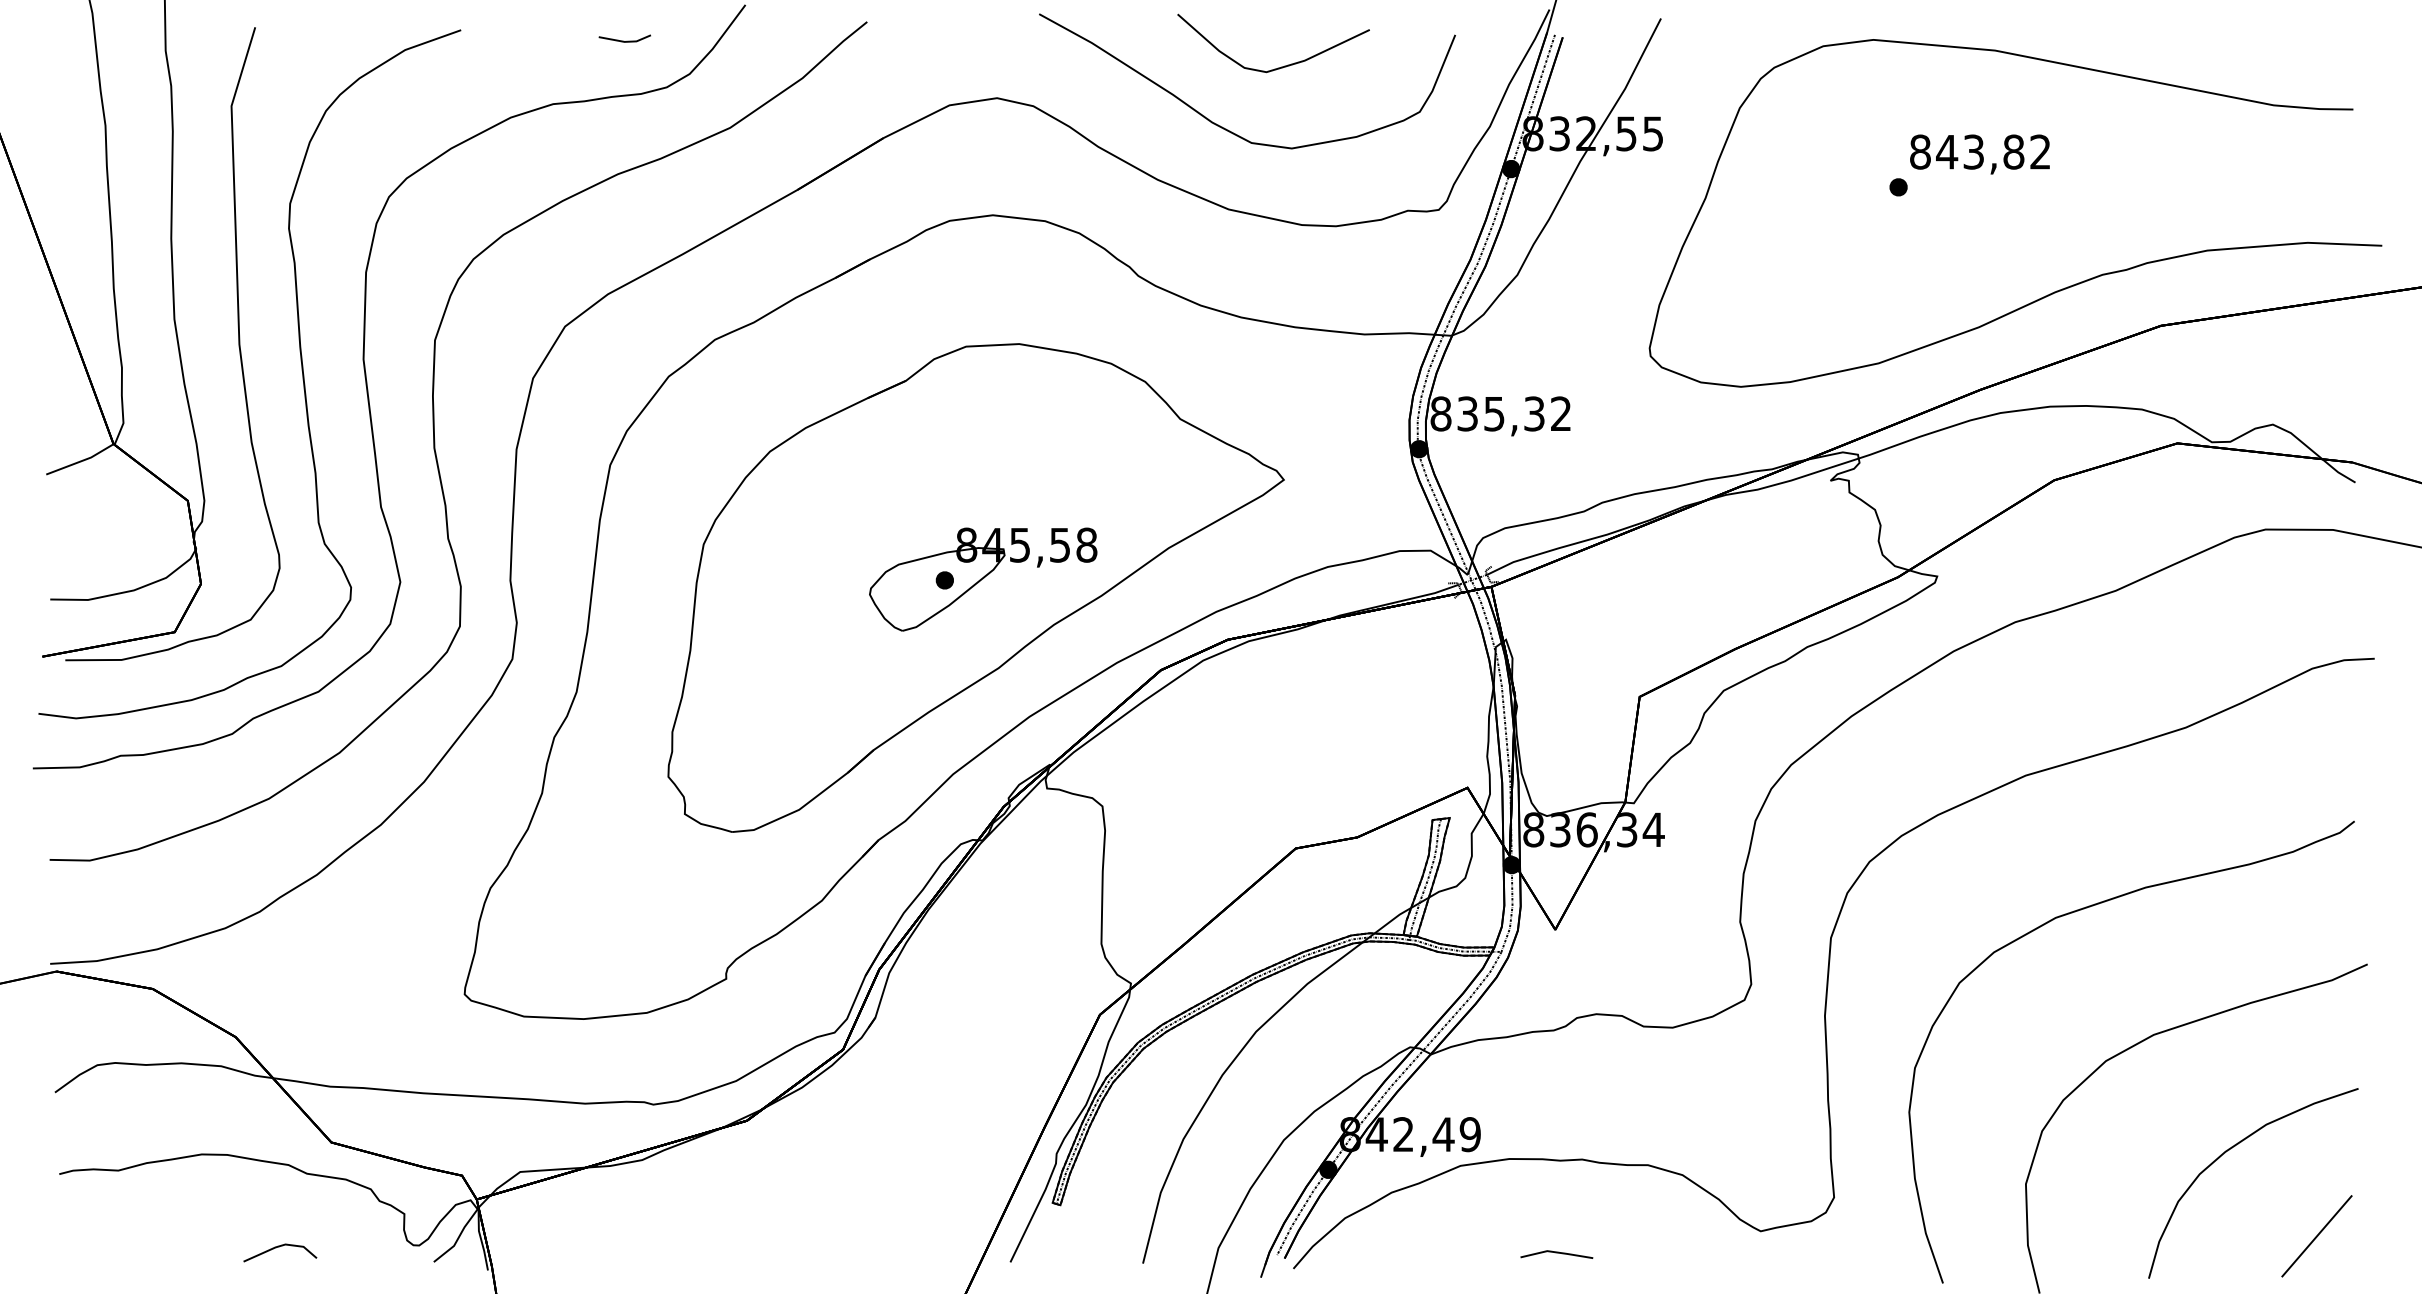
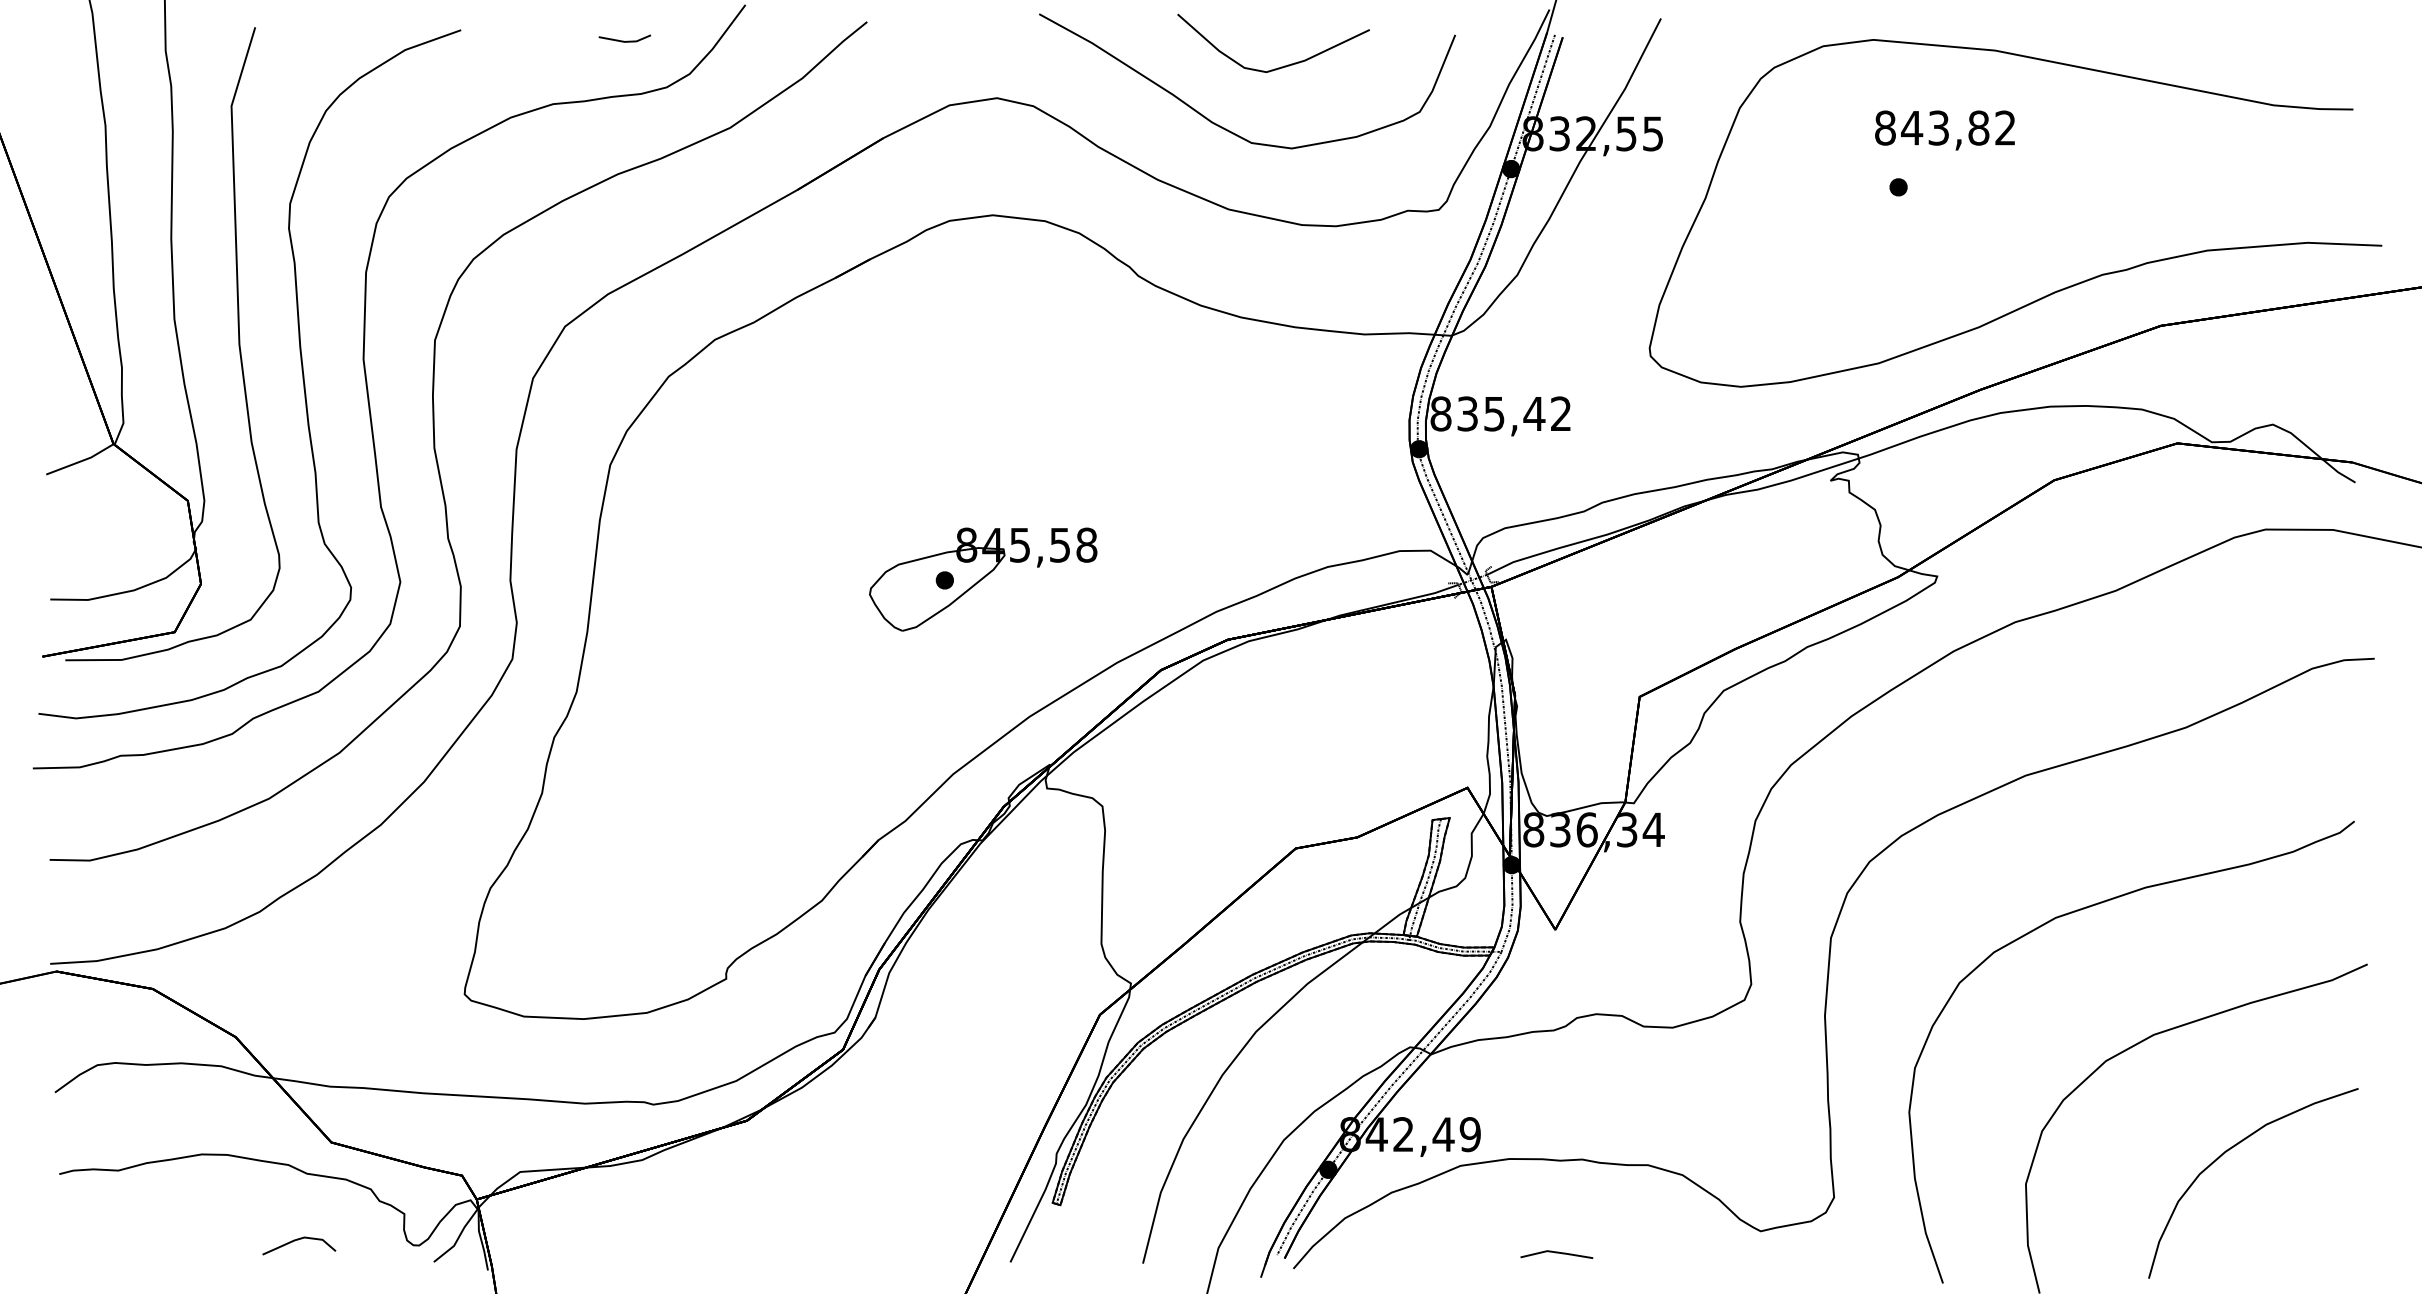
text at (1979, 154) position: (1979, 154) -> (1944, 130)
text at (1534, 413): 835,32 -> 835,42
part at (975, 587): present -> none
line at (2316, 1236): present -> none
curve at (279, 1247) position: (279, 1247) -> (298, 1240)
